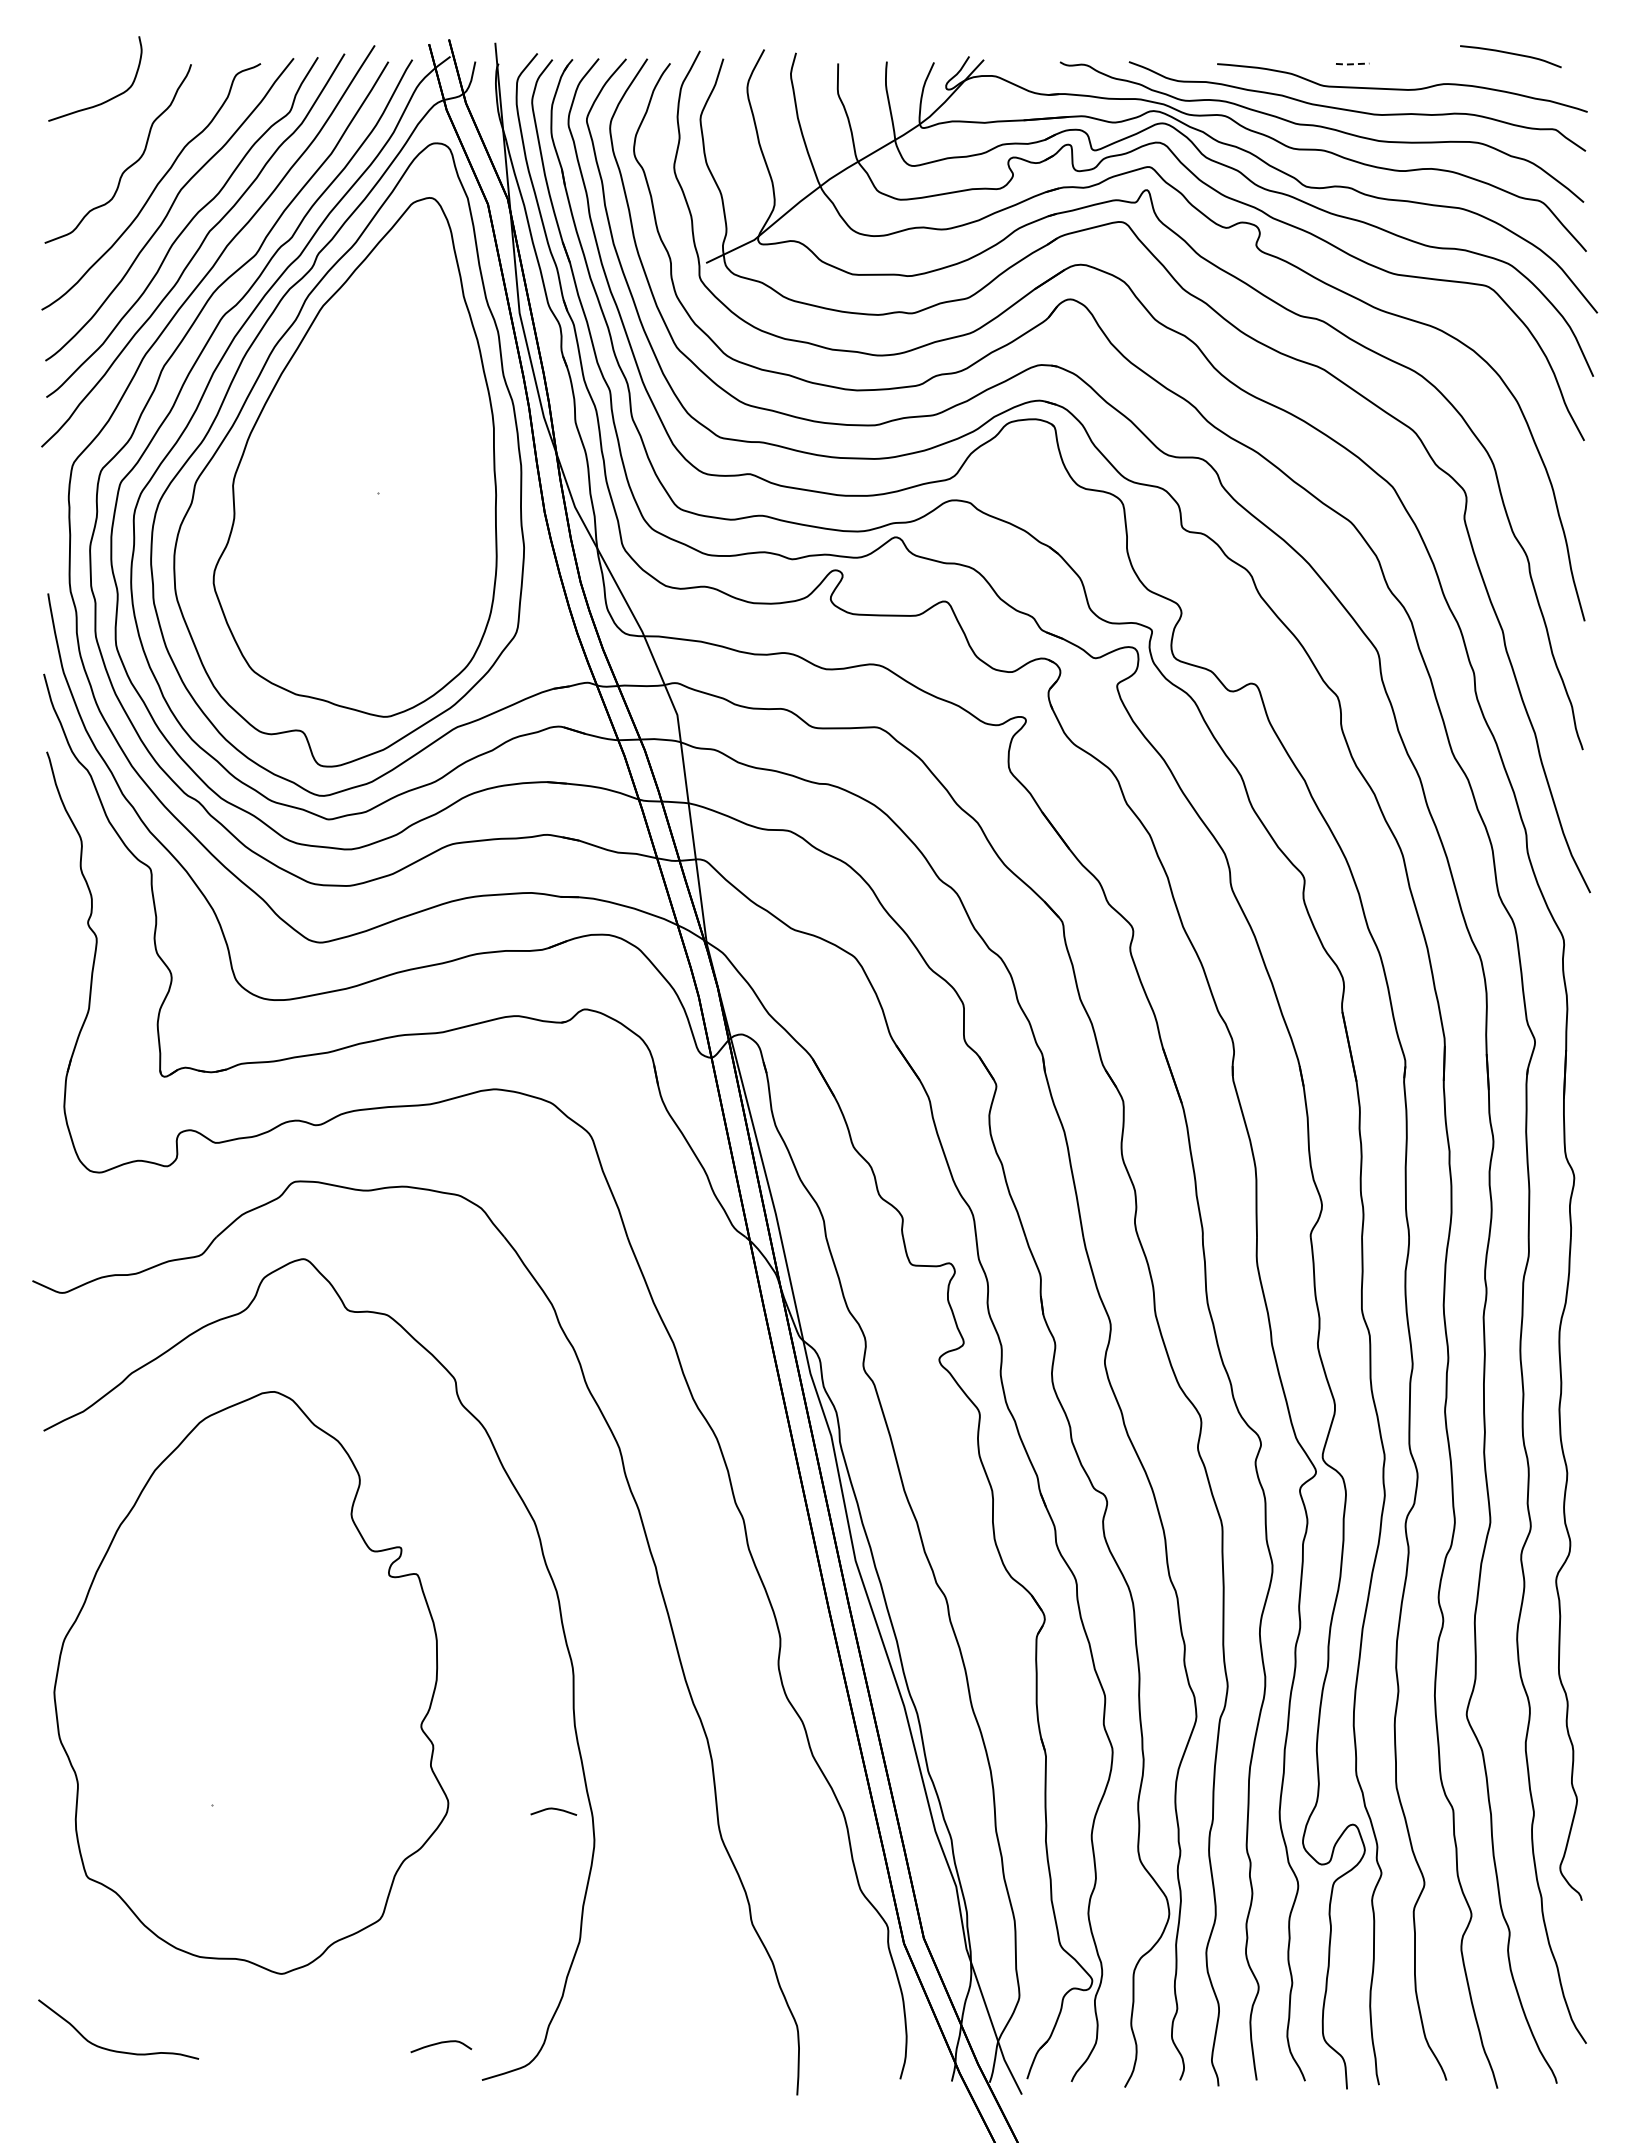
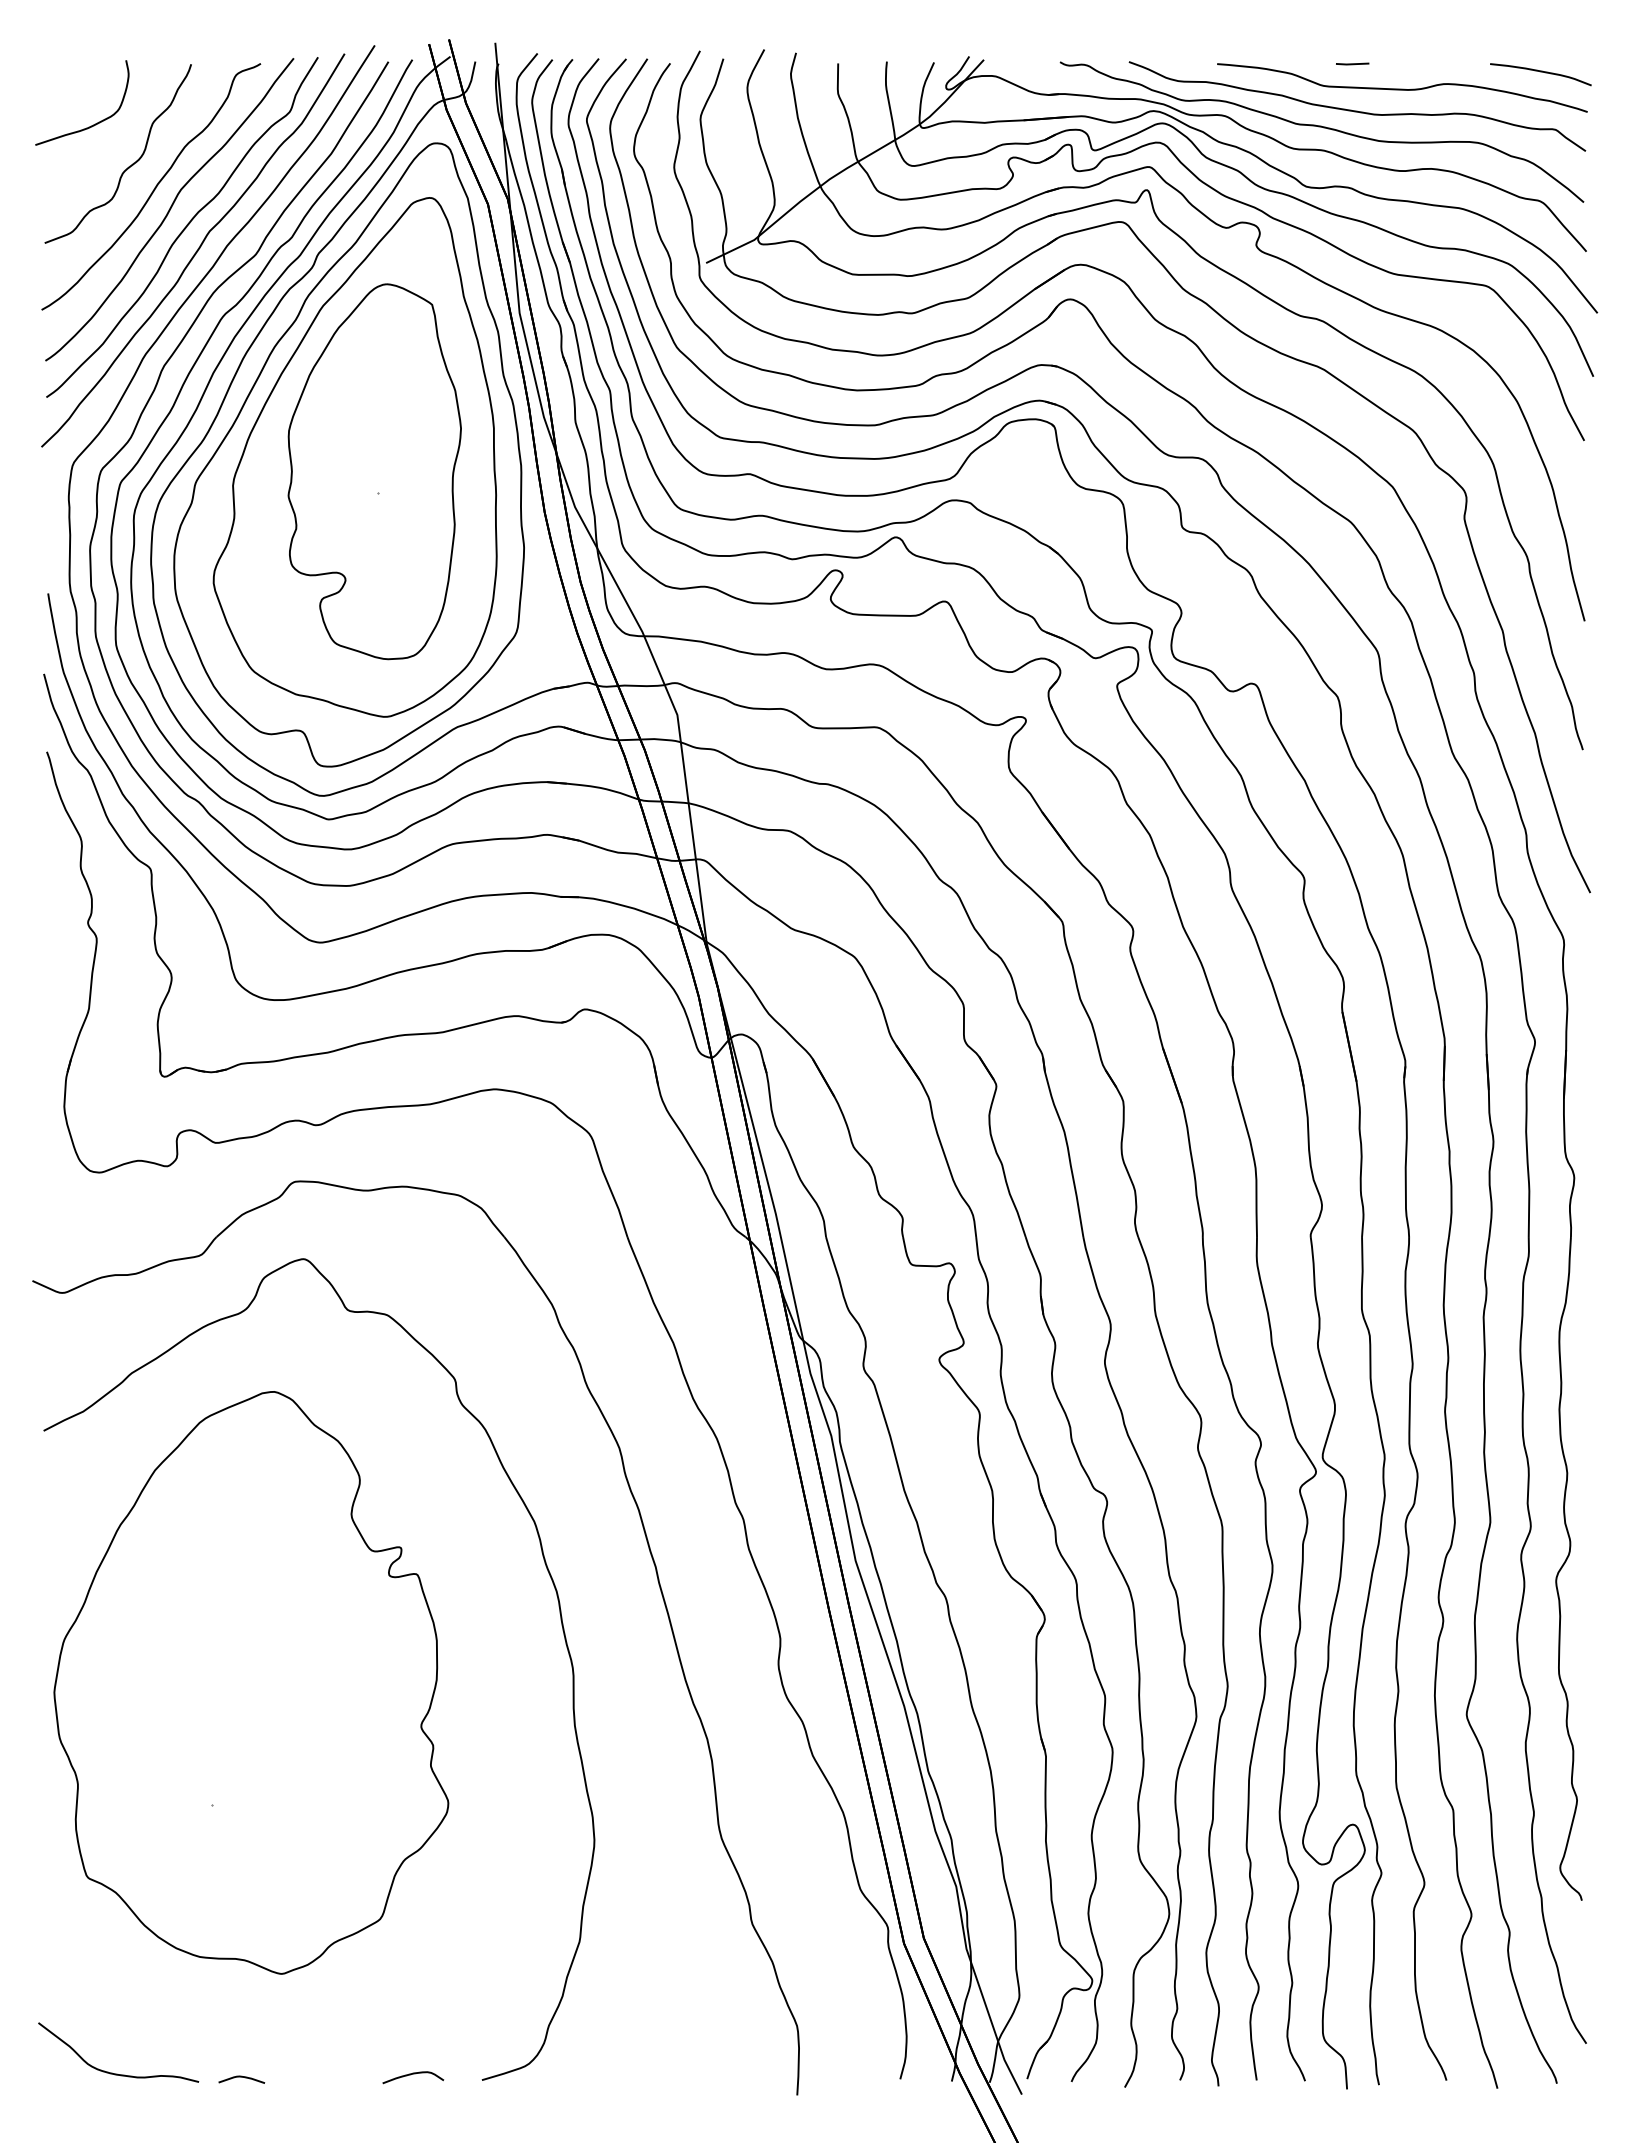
curve at (1510, 54) position: (1510, 54) -> (1540, 72)
line at (1352, 64): dashed -> solid
curve at (106, 100) position: (106, 100) -> (93, 124)
part at (374, 471): none -> present
curve at (553, 1809) position: (553, 1809) -> (241, 2077)
curve at (441, 2043) position: (441, 2043) -> (413, 2074)
curve at (112, 2049) position: (112, 2049) -> (112, 2072)
